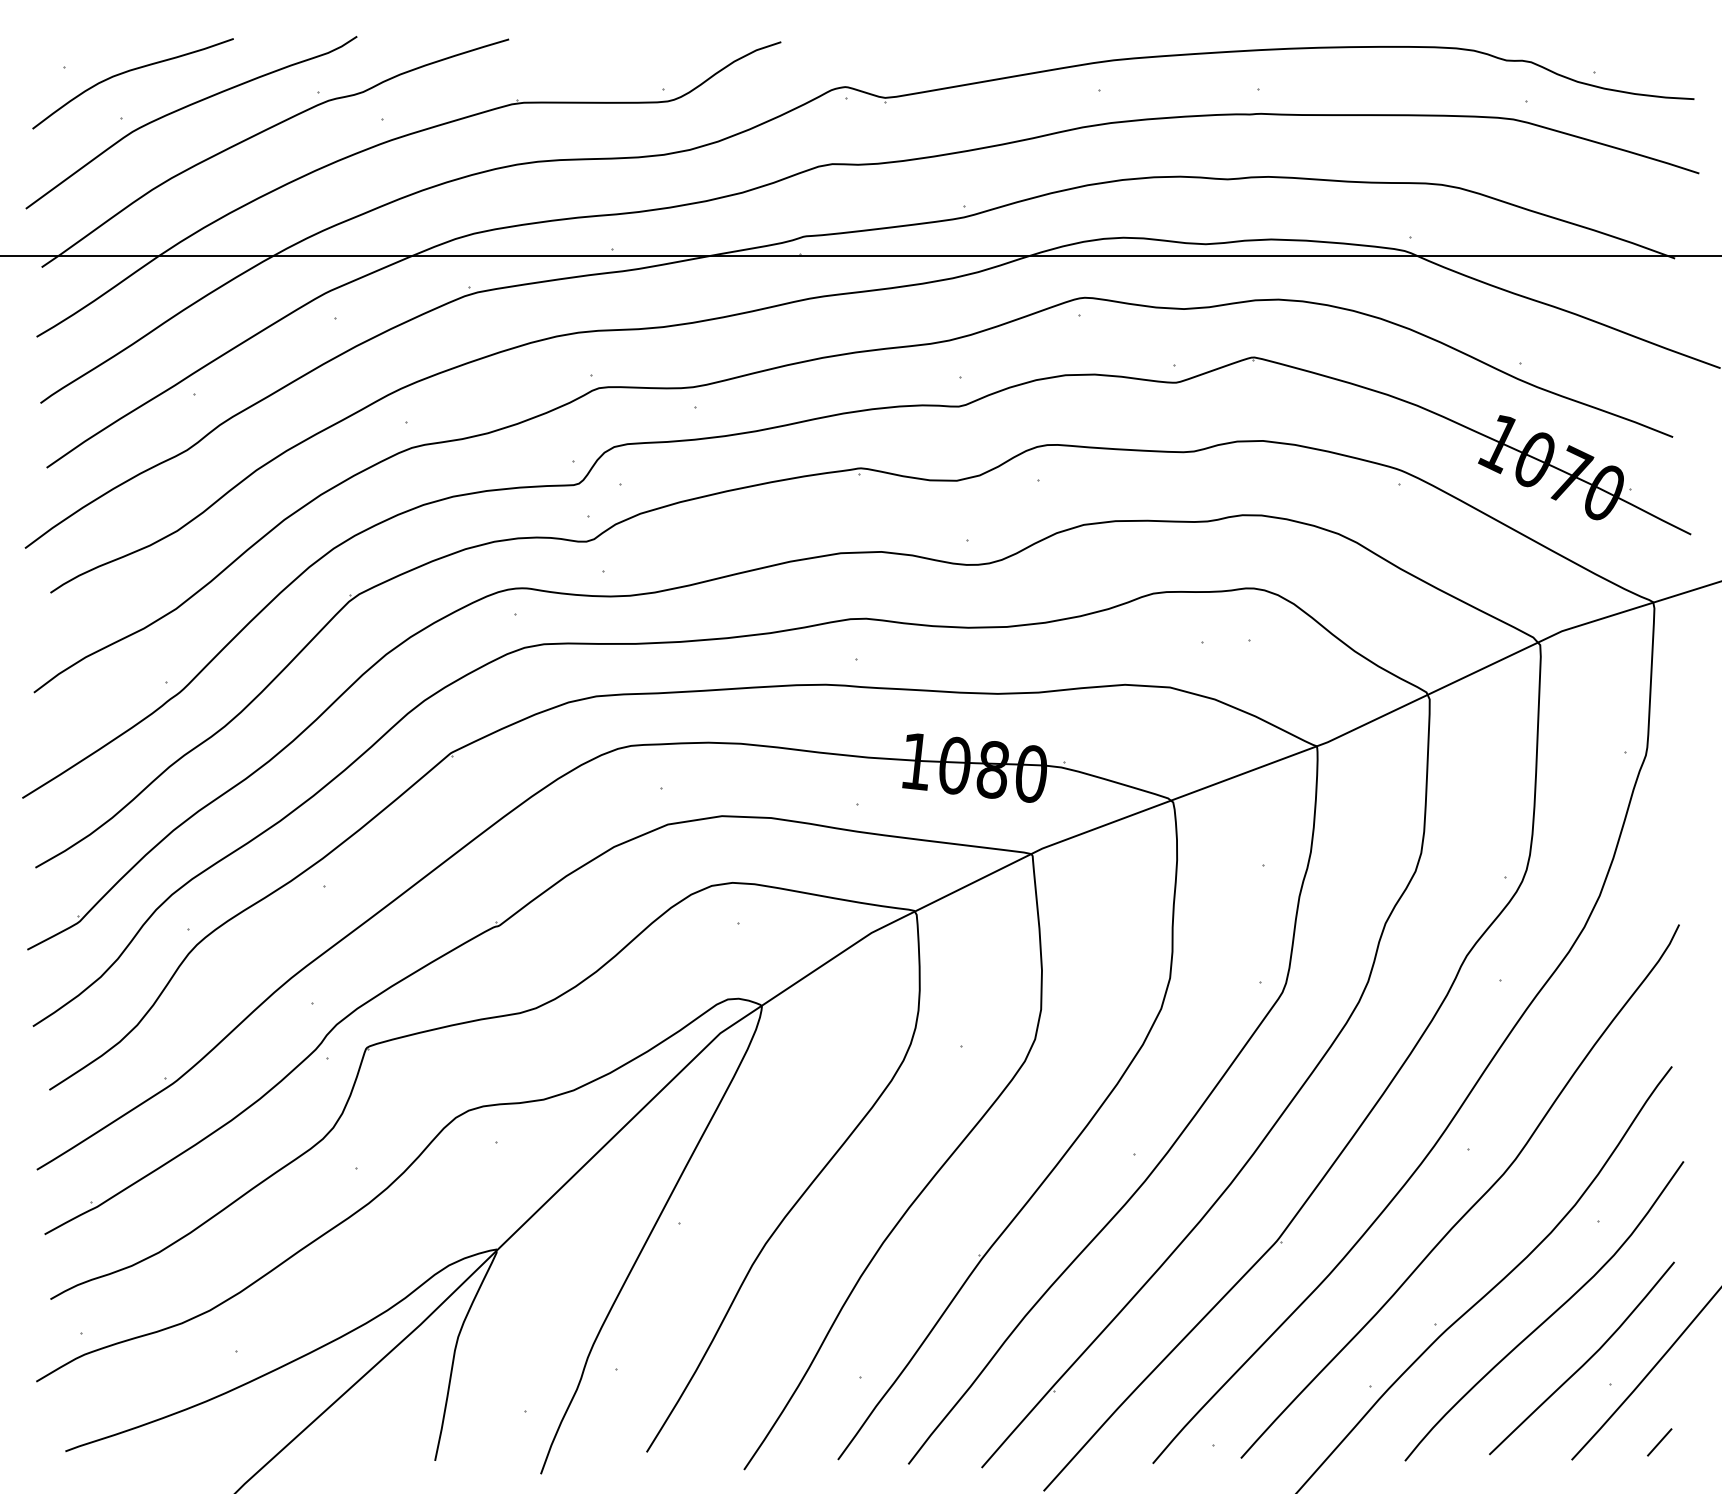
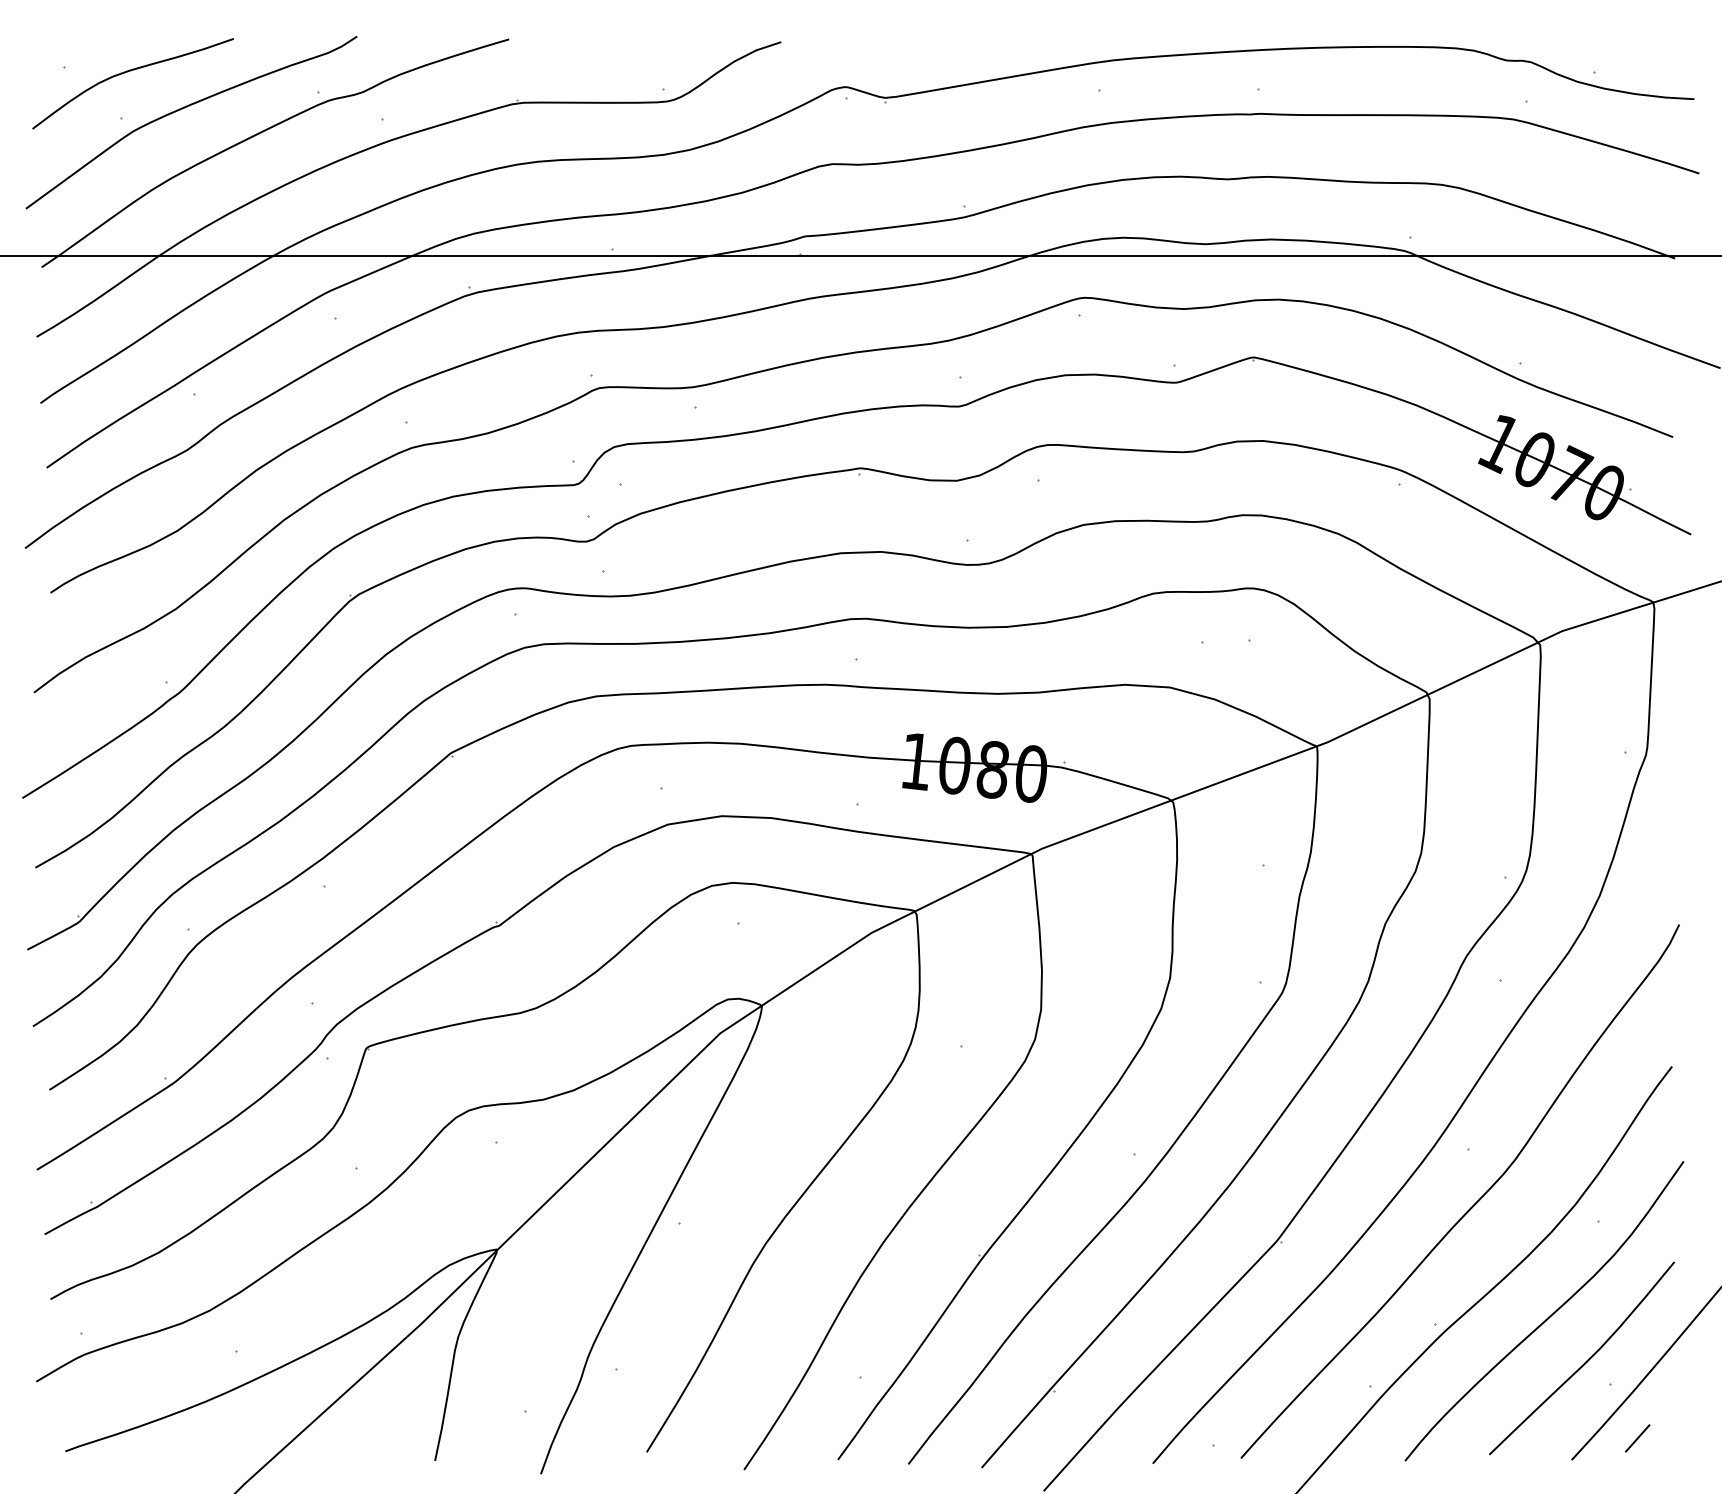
line at (1659, 1442) position: (1659, 1442) -> (1637, 1438)
